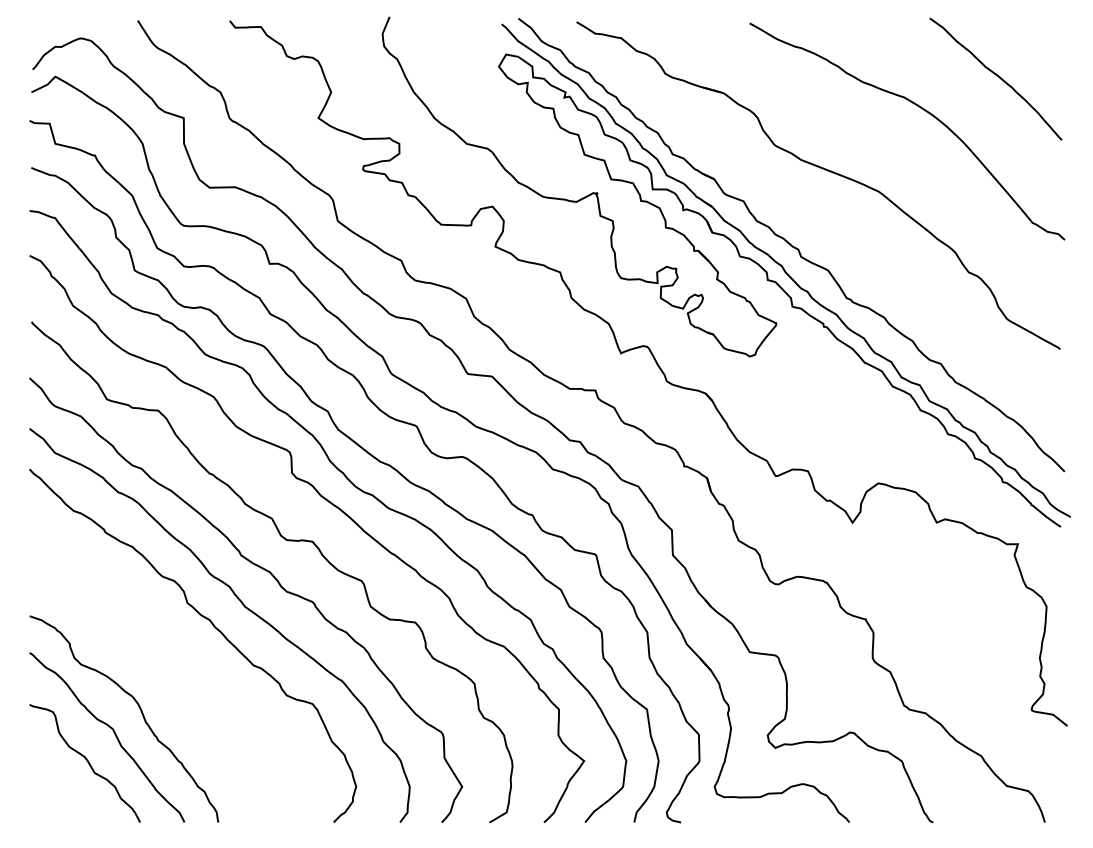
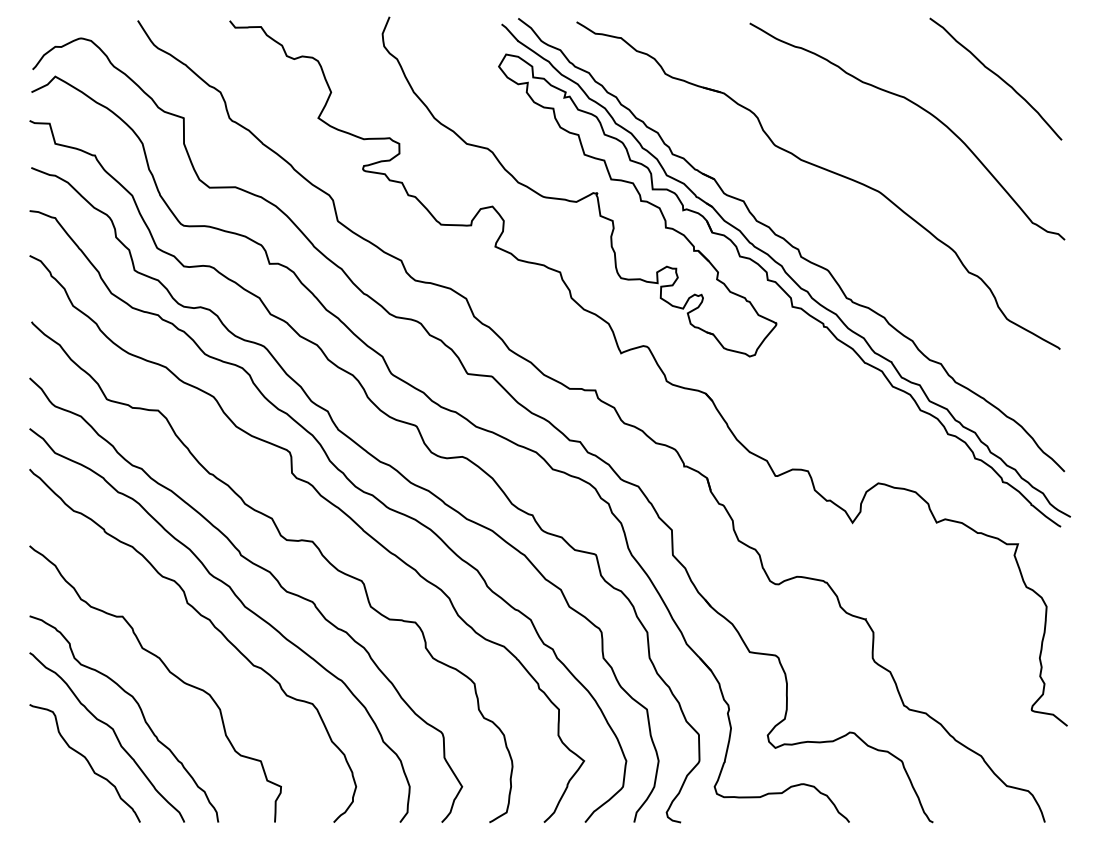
curve at (167, 670): none -> present
